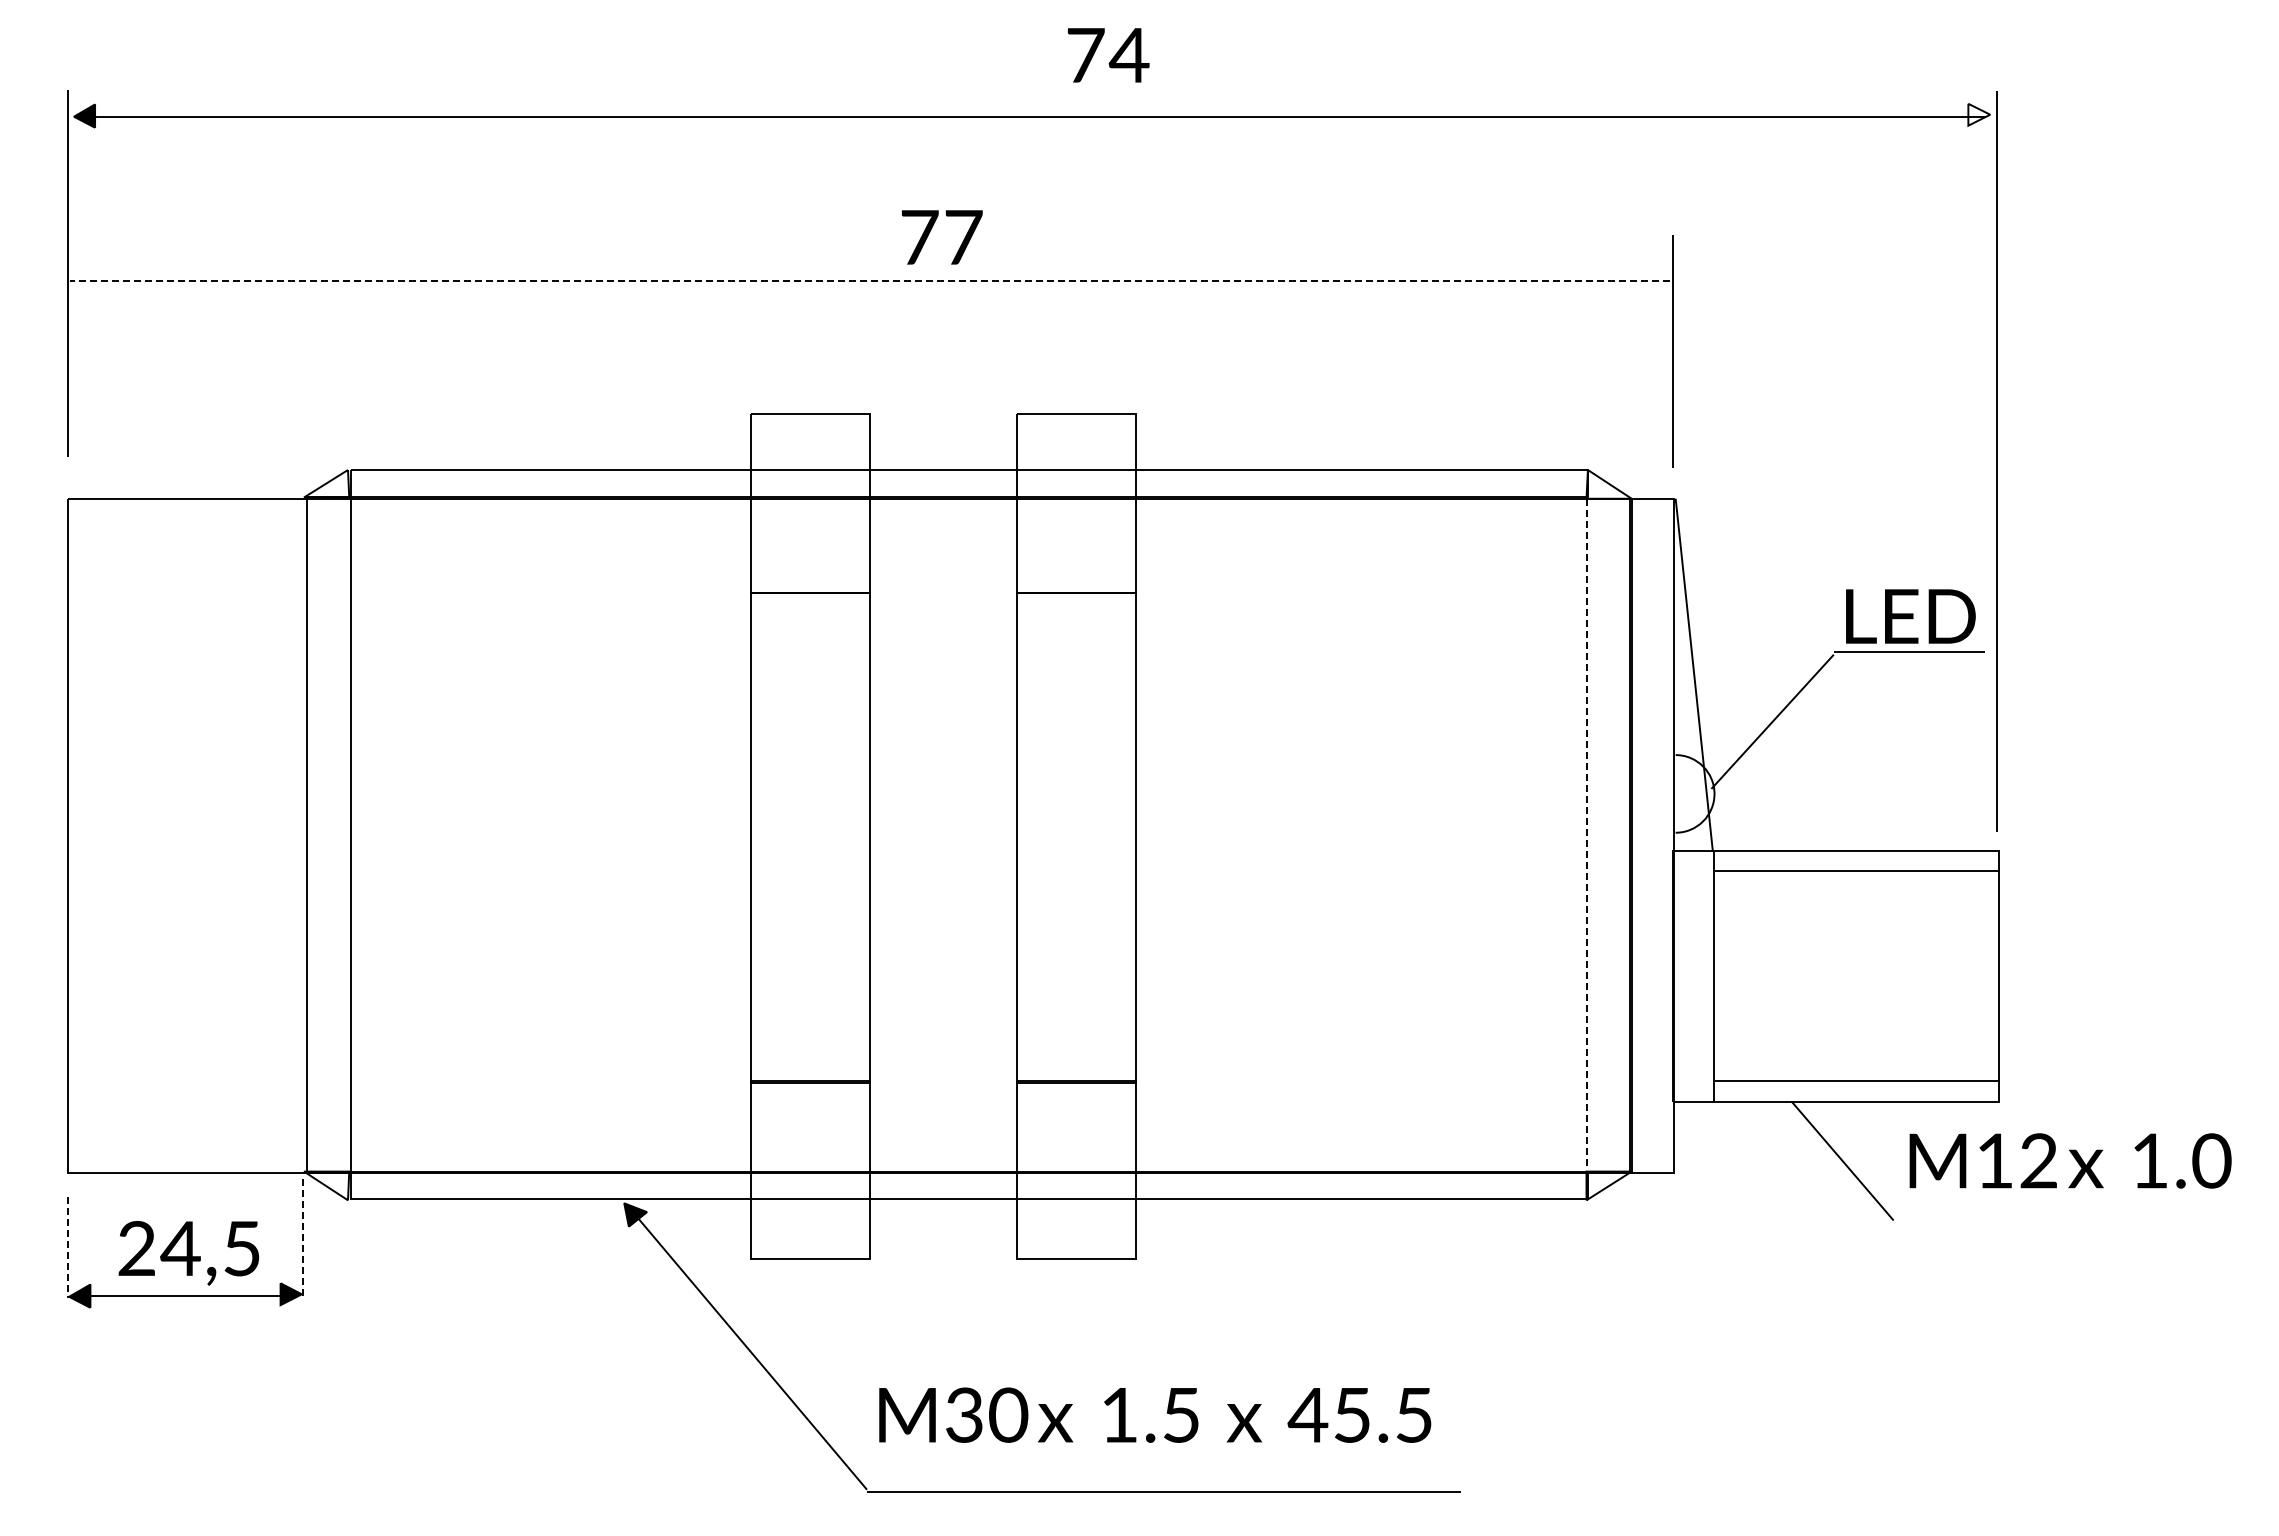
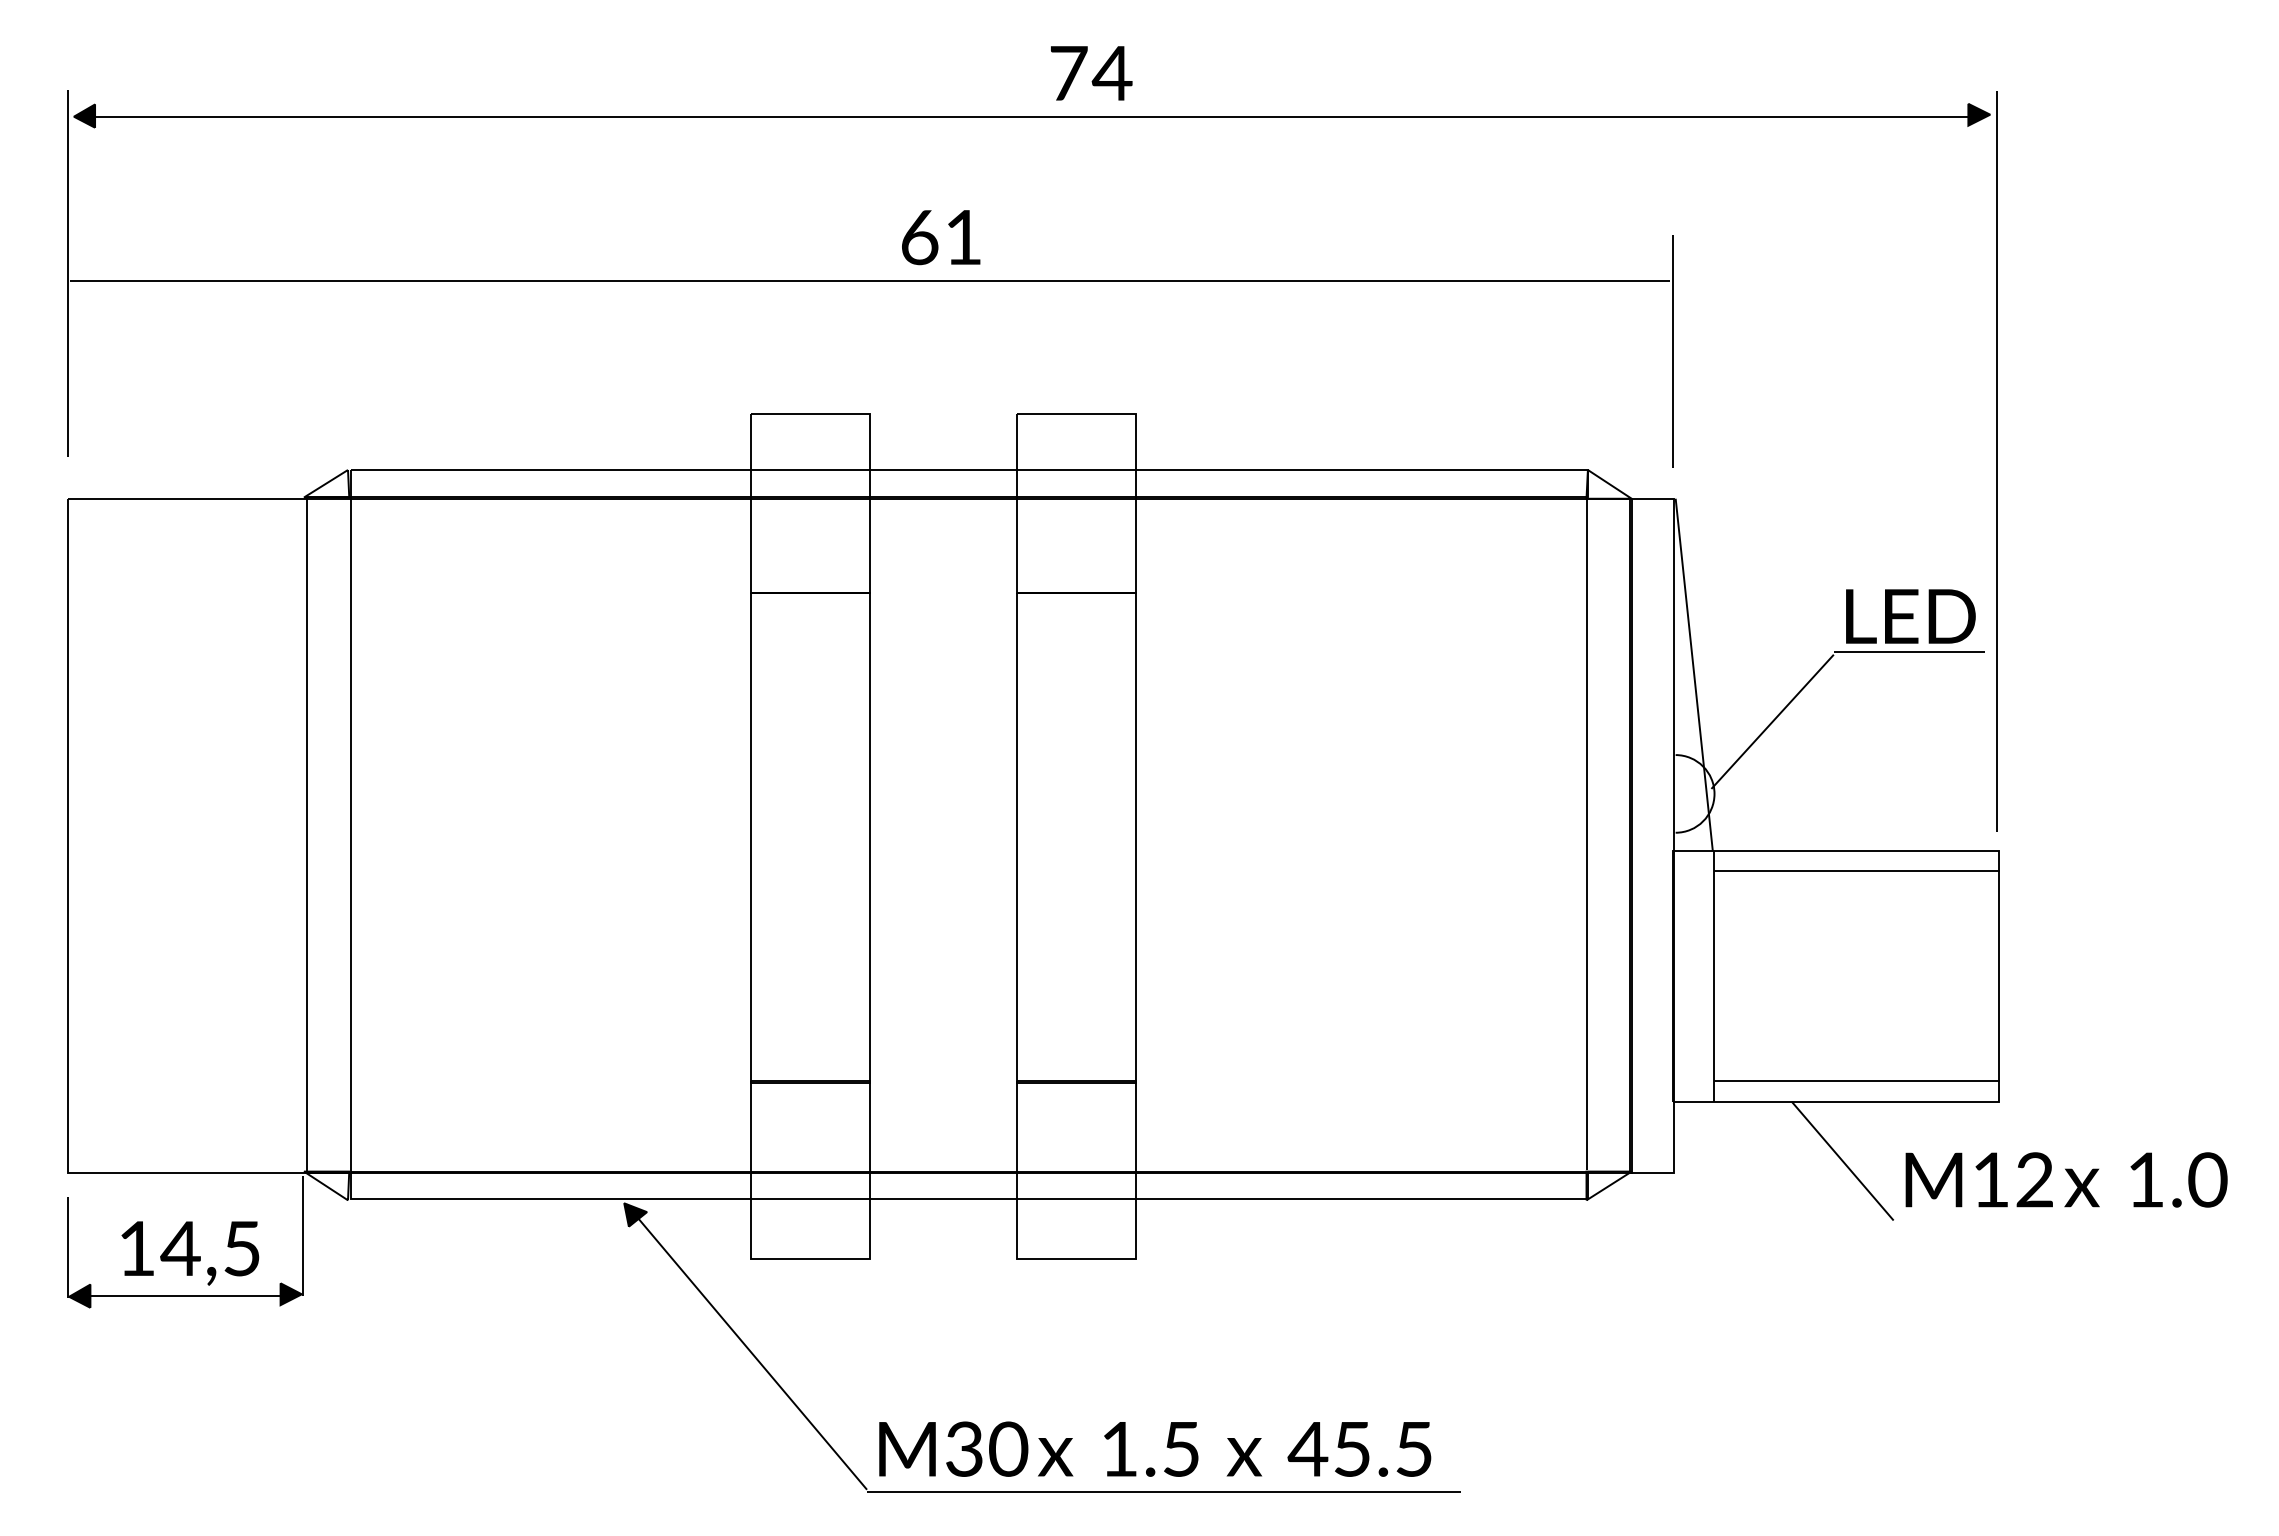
text at (1108, 55) position: (1108, 55) -> (1091, 73)
fill at (1979, 114): none -> present
text at (942, 237): 77 -> 61
line at (869, 280): dashed -> solid
line at (1586, 834): dashed -> solid
text at (2070, 1160) position: (2070, 1160) -> (2066, 1179)
line at (303, 1235): dashed -> solid
line at (68, 1248): dashed -> solid
text at (136, 1248): 24,5 -> 14,5
text at (1155, 1414) position: (1155, 1414) -> (1155, 1448)
